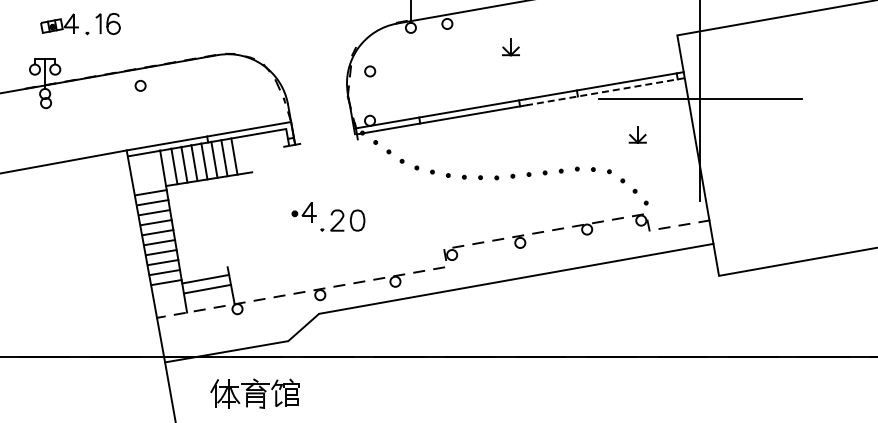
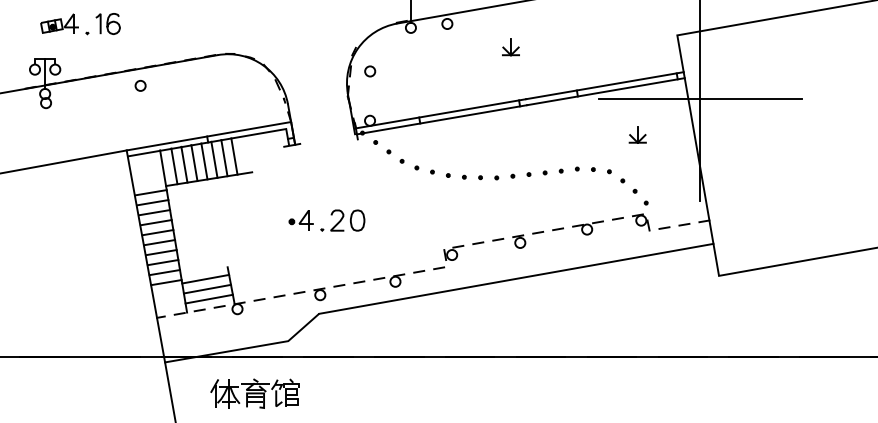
line at (605, 91): dashed -> solid
part at (303, 212) position: (303, 212) -> (300, 220)
line at (208, 298): none -> present
